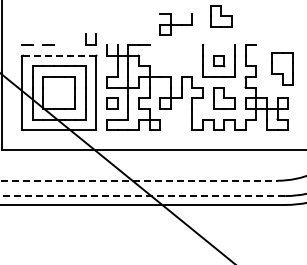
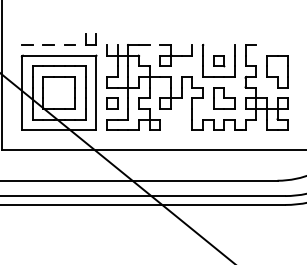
part at (221, 16): present -> none
part at (175, 24) position: (175, 24) -> (175, 55)
line at (69, 44): none -> present
line at (58, 55): dashed -> solid
part at (282, 68) position: (282, 68) -> (277, 71)
line at (139, 180): dashed -> solid
line at (142, 196): dashed -> solid
